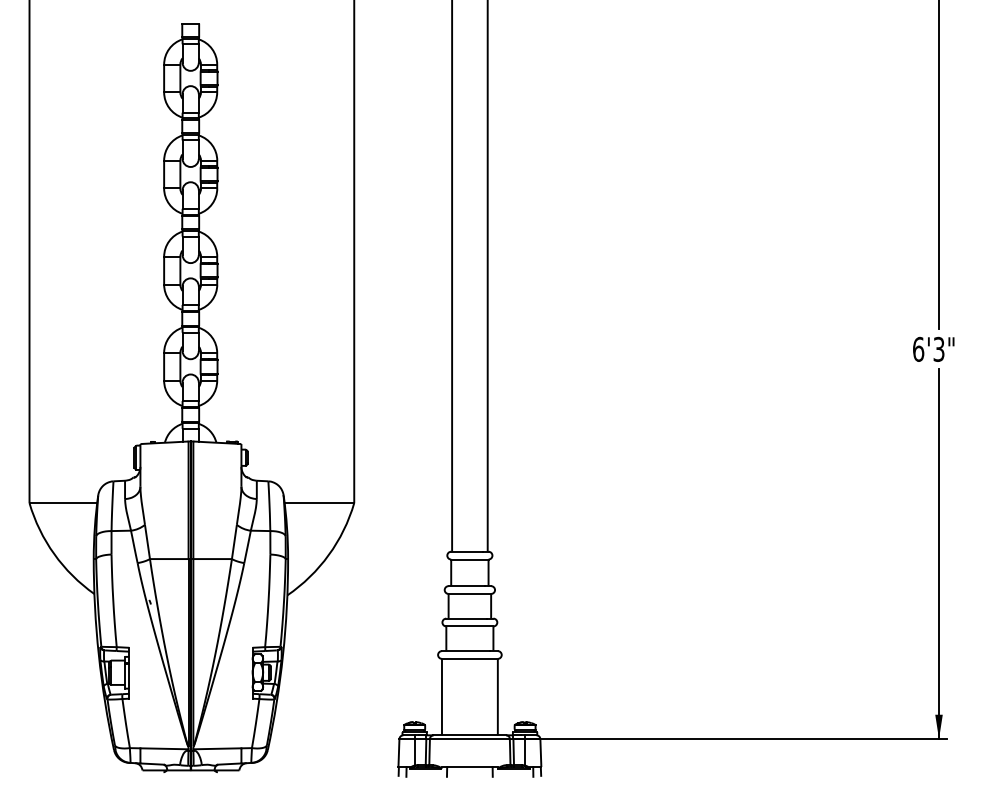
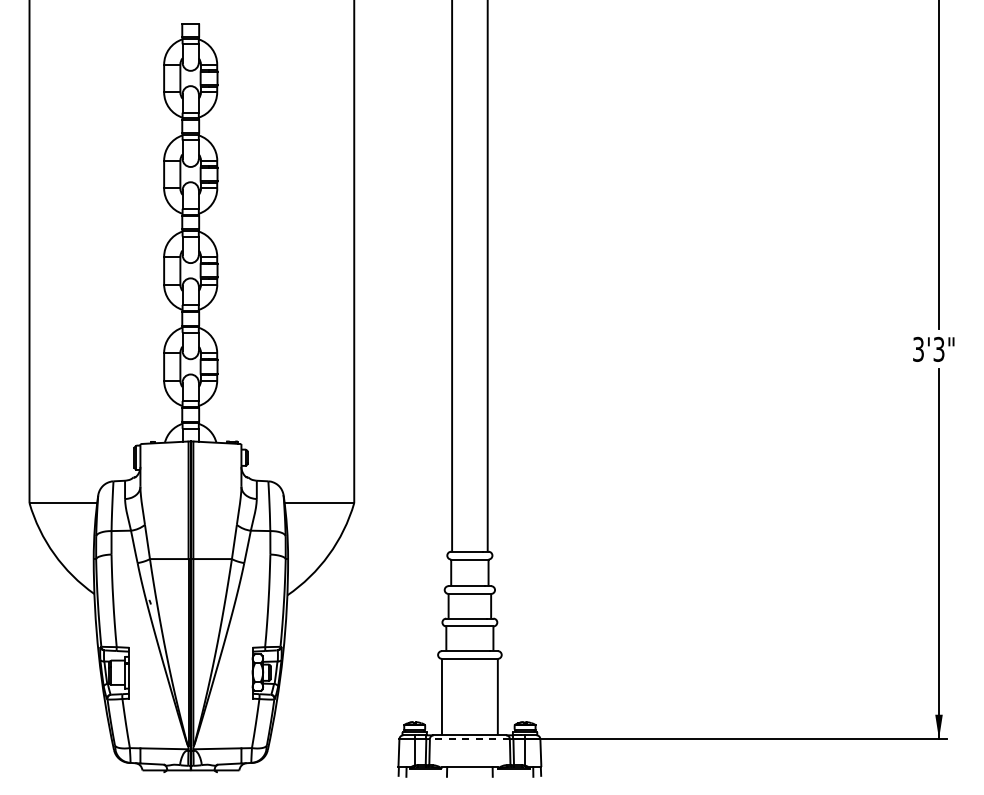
text at (918, 348): 6'3" -> 3'3"
line at (469, 739): solid -> dashed
